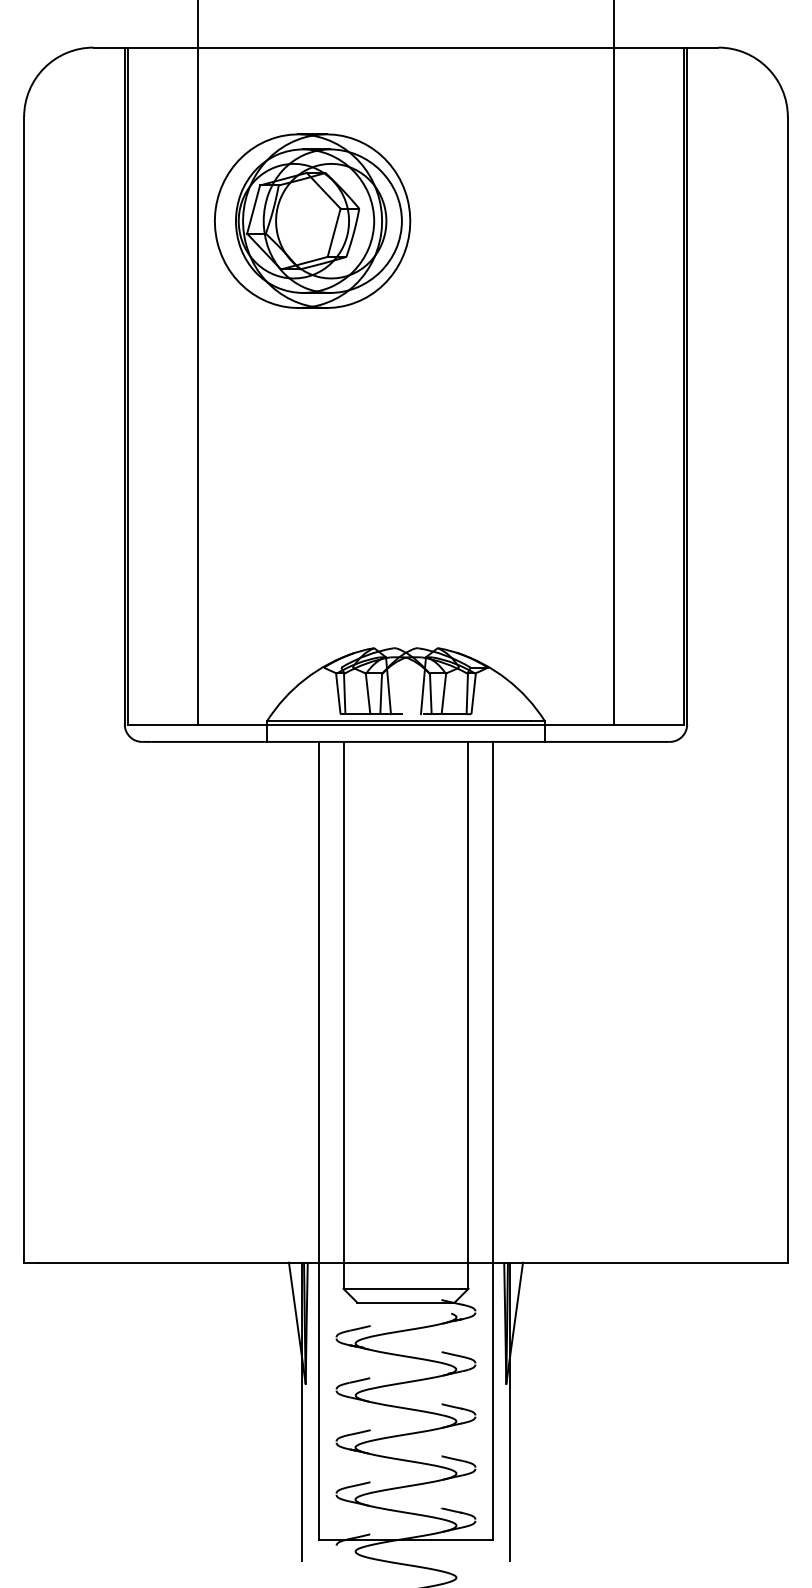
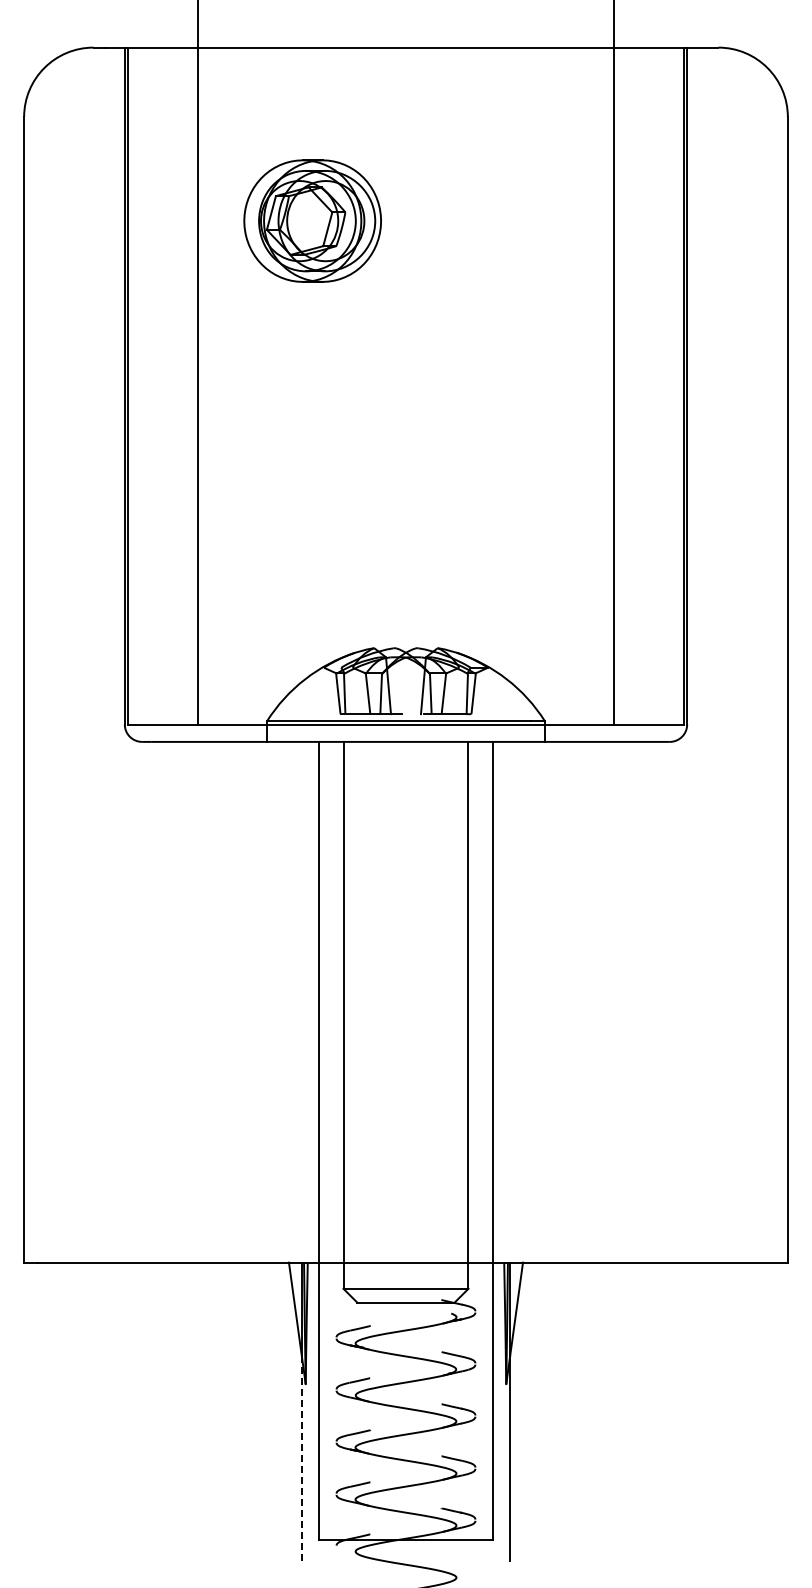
part at (312, 220) size: 198x176 px -> 139x124 px
line at (301, 1459): solid -> dashed
